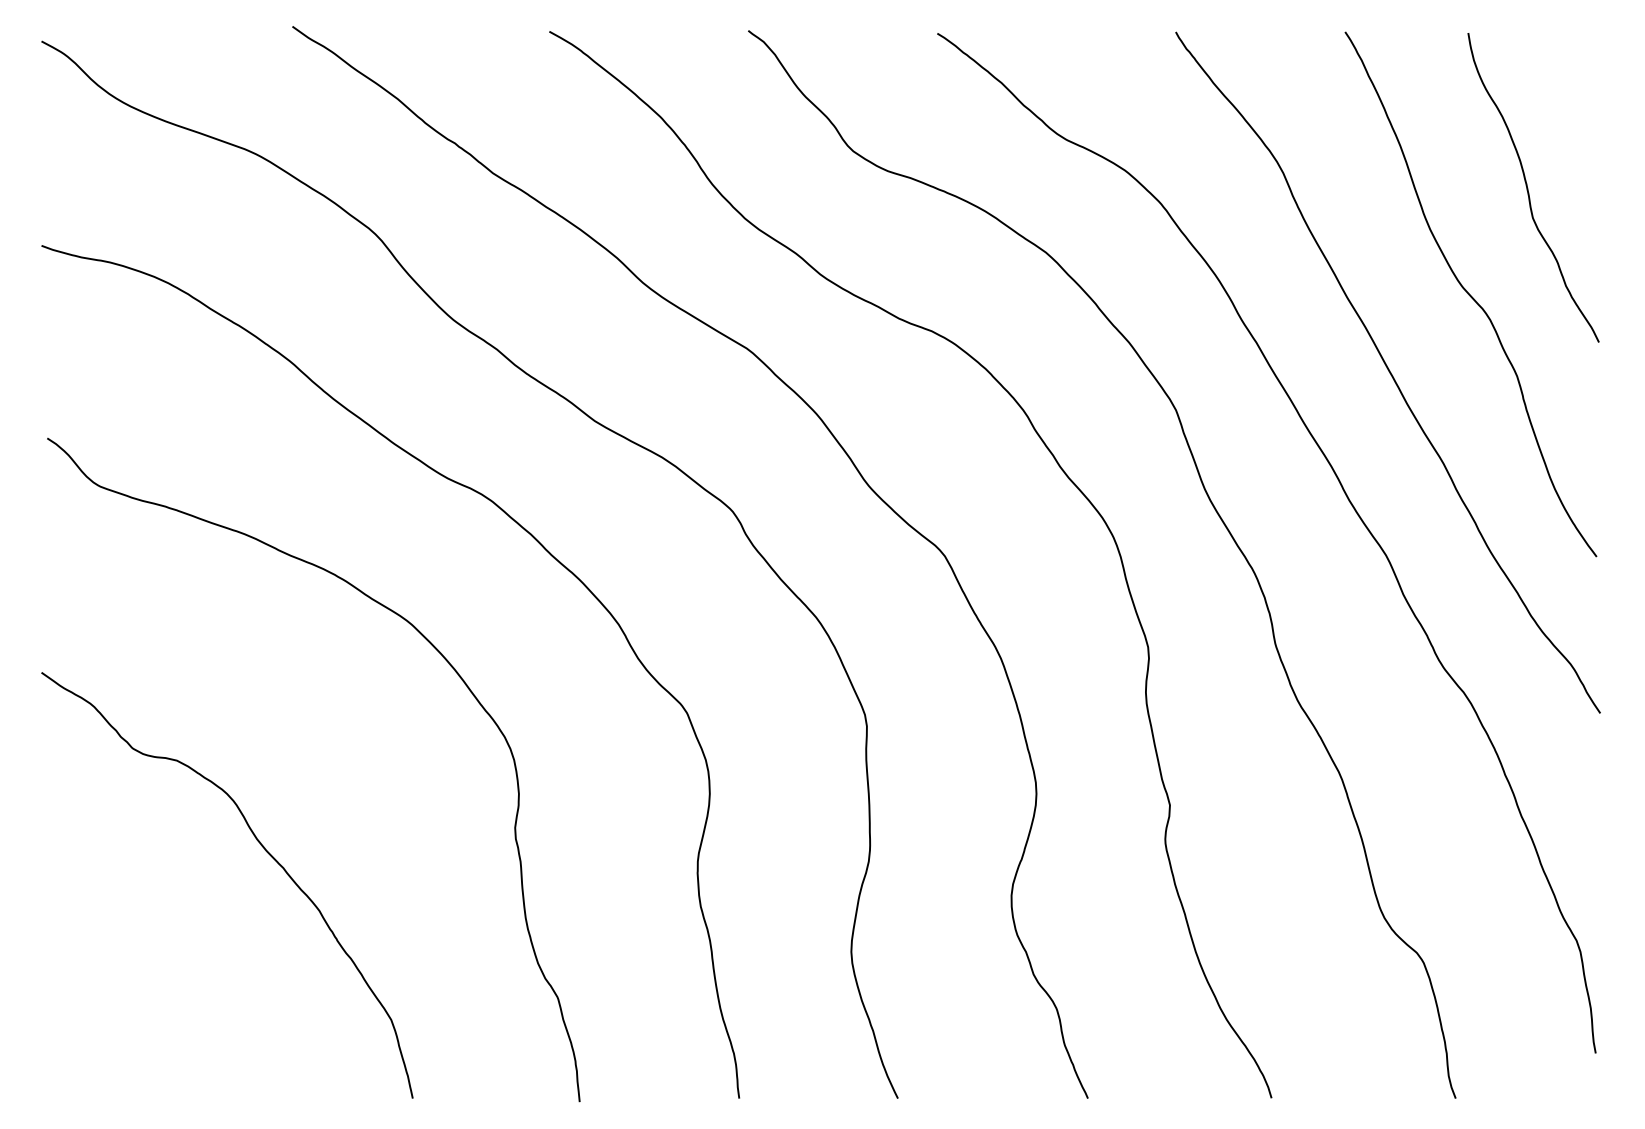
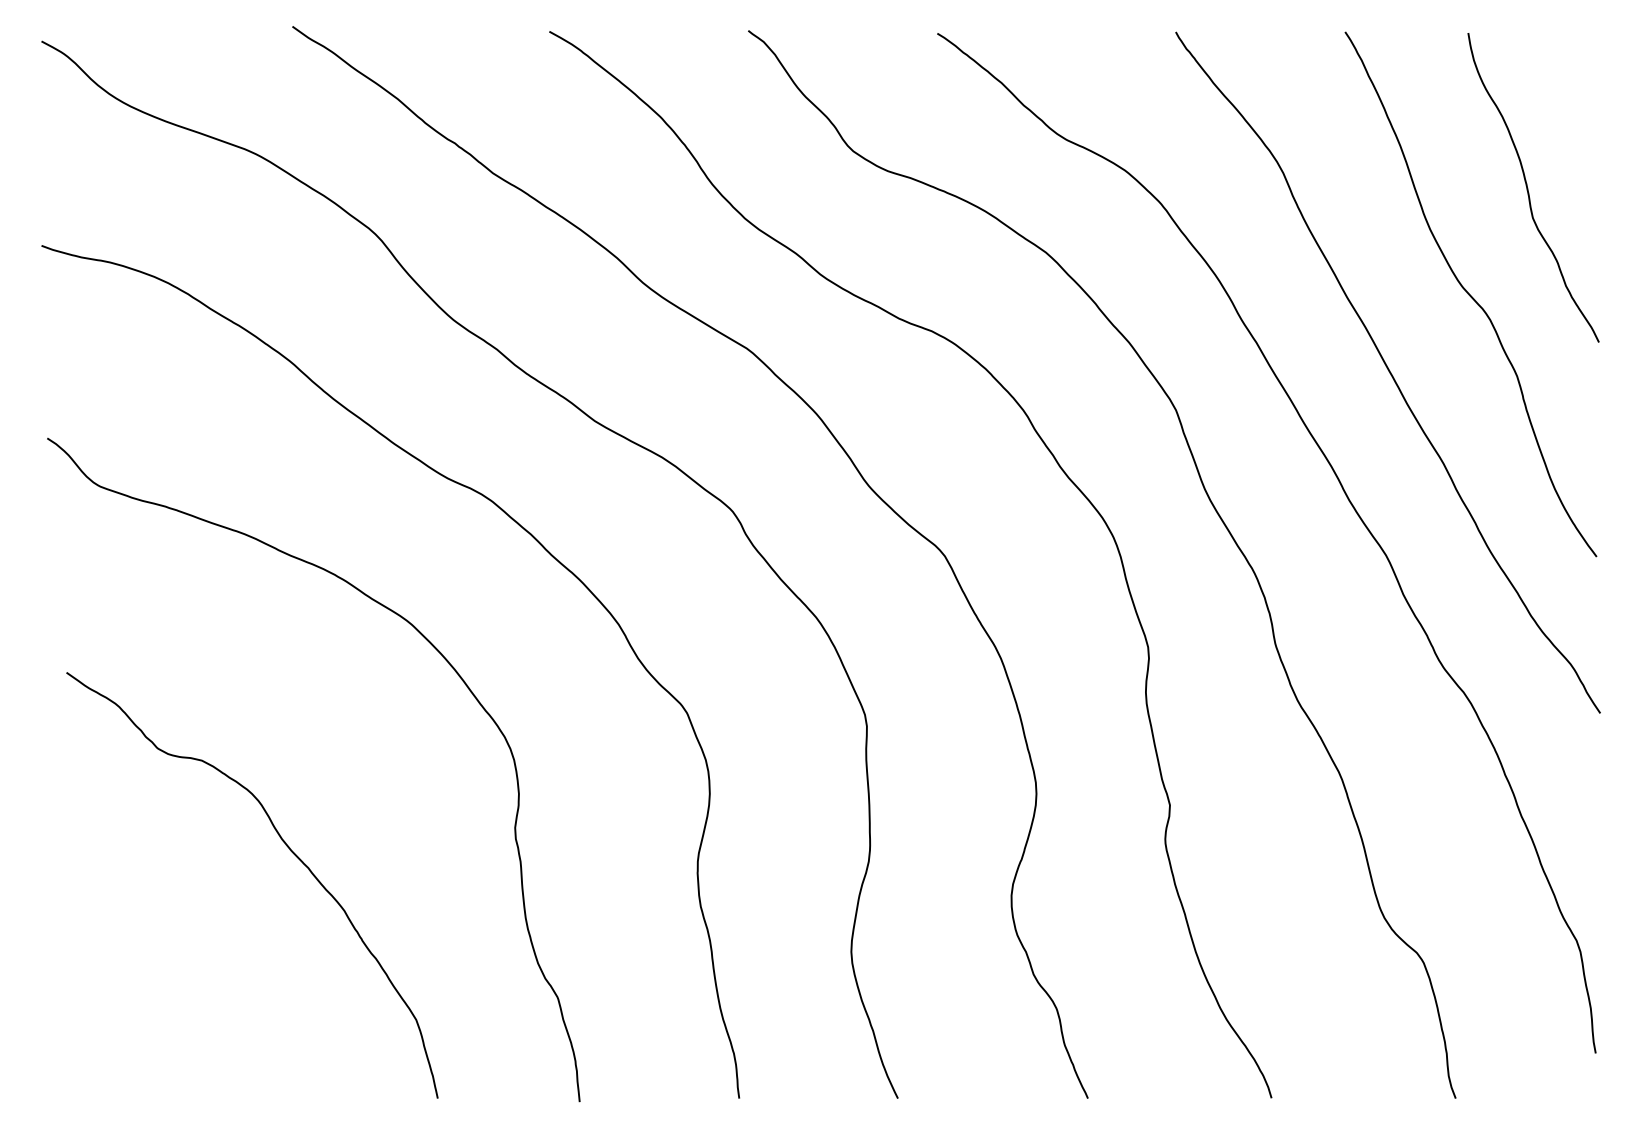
curve at (265, 851) position: (265, 851) -> (290, 851)
